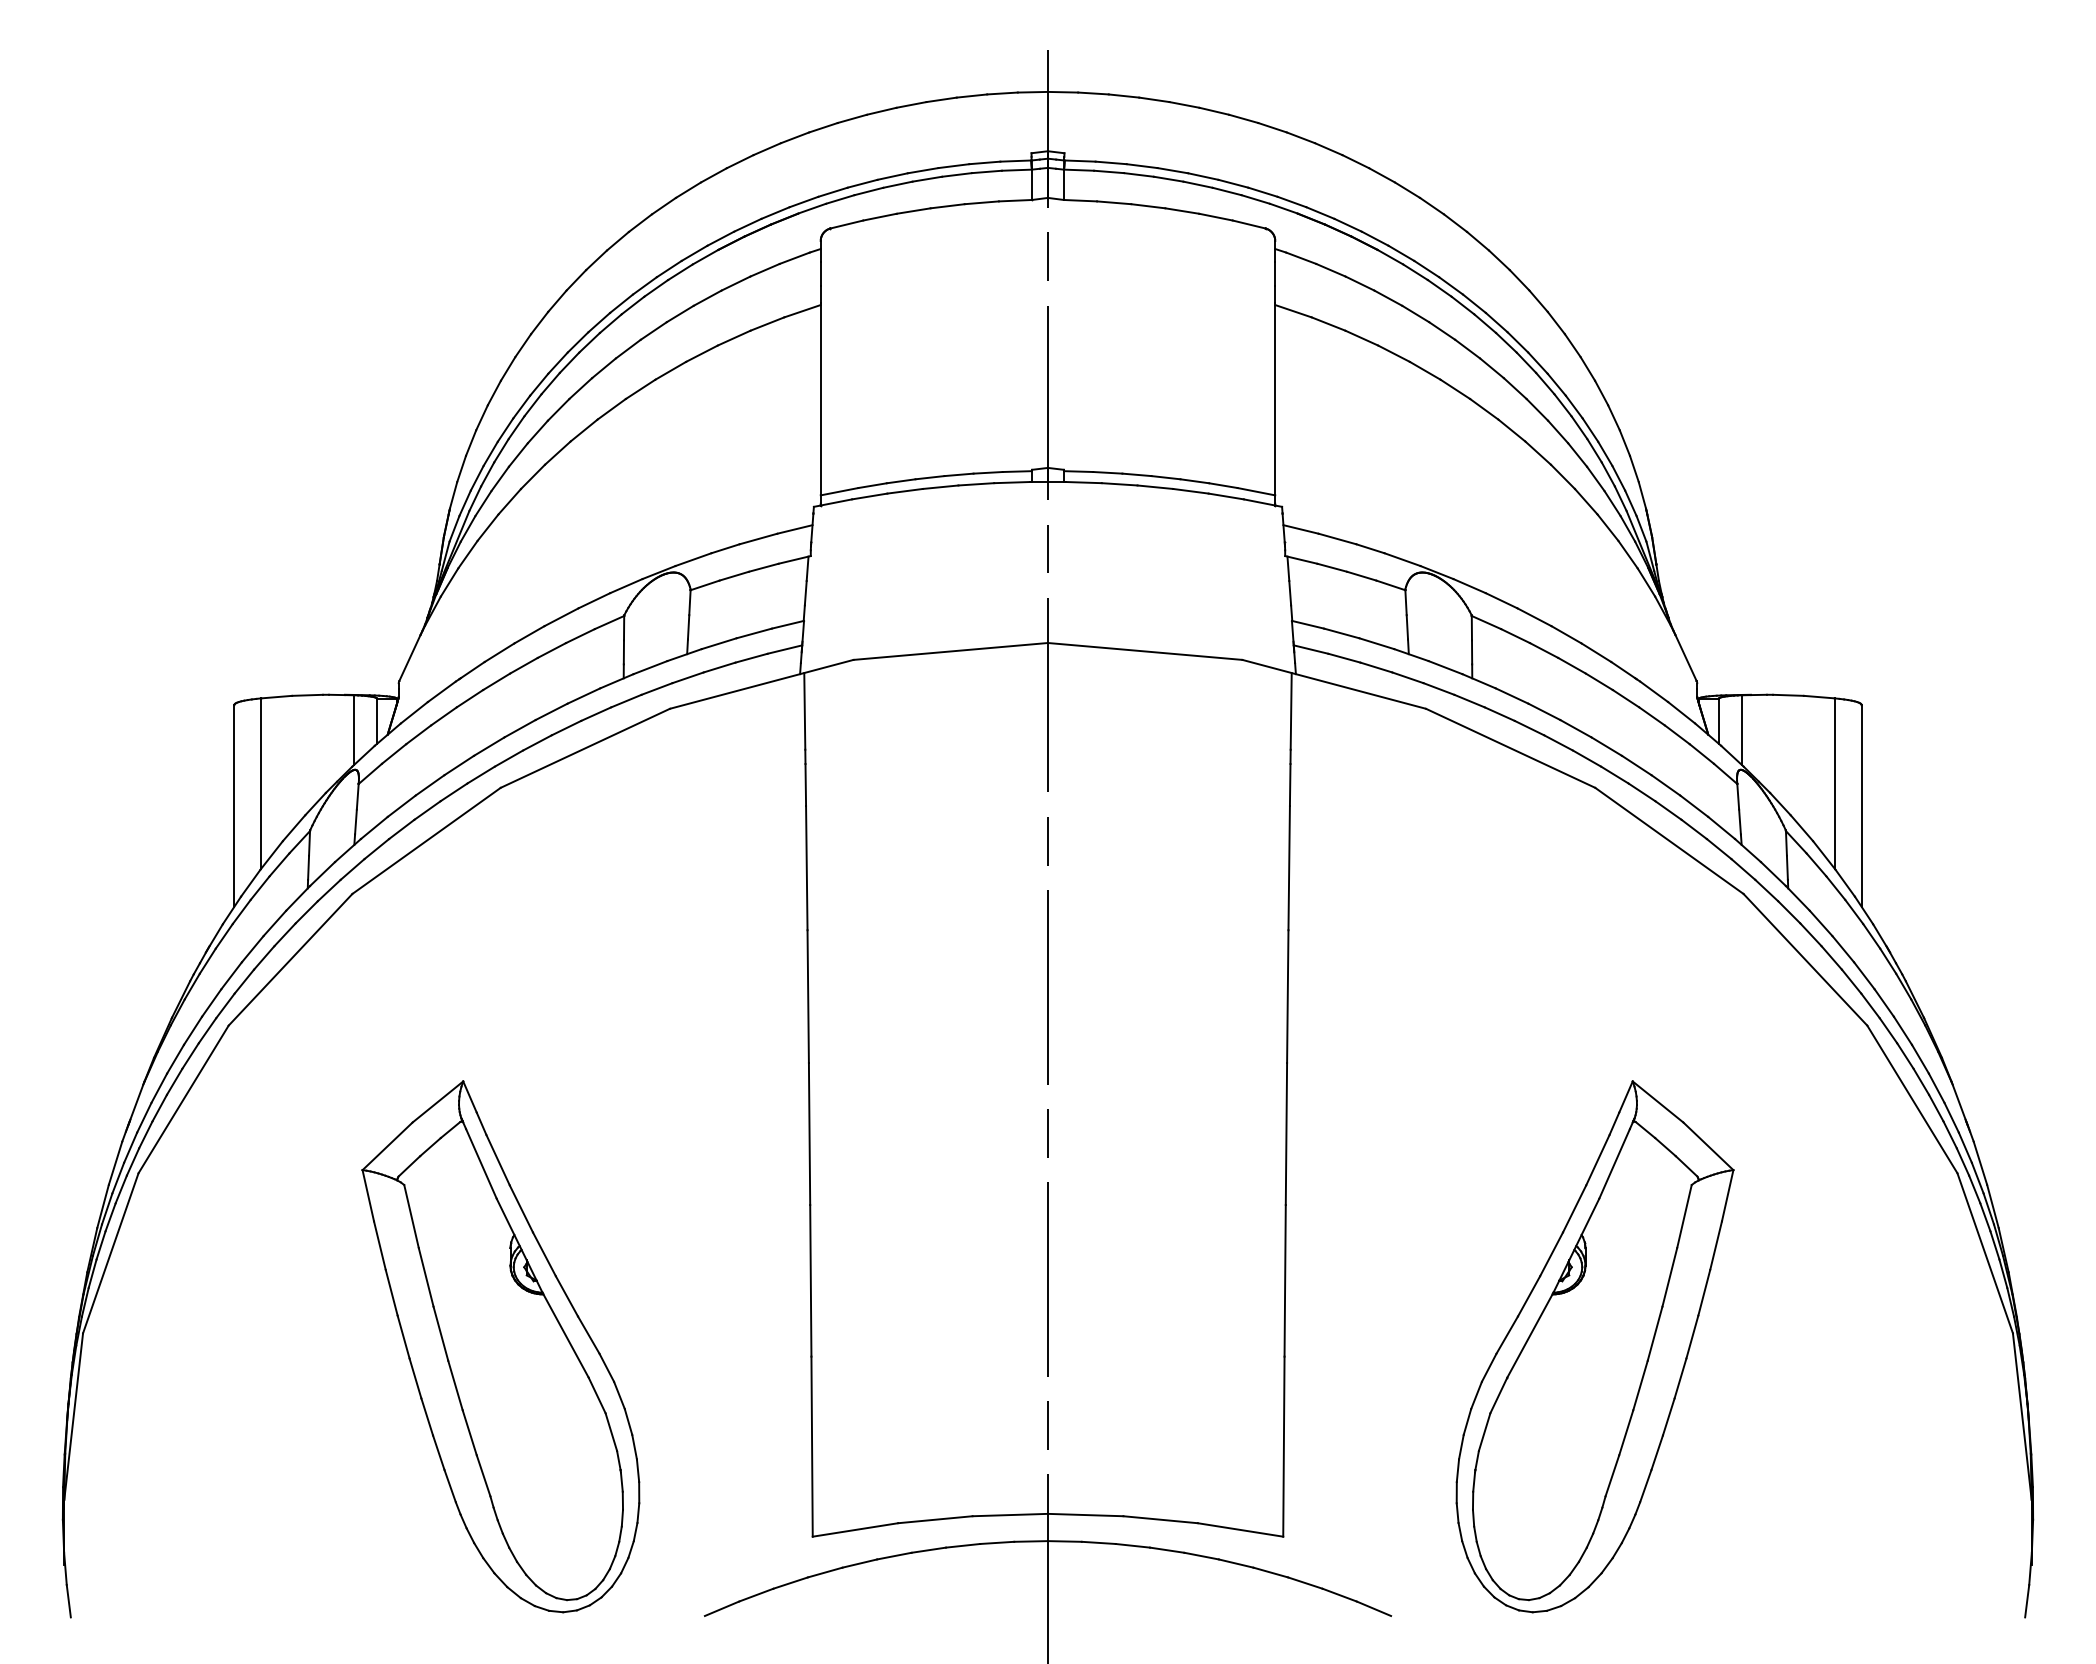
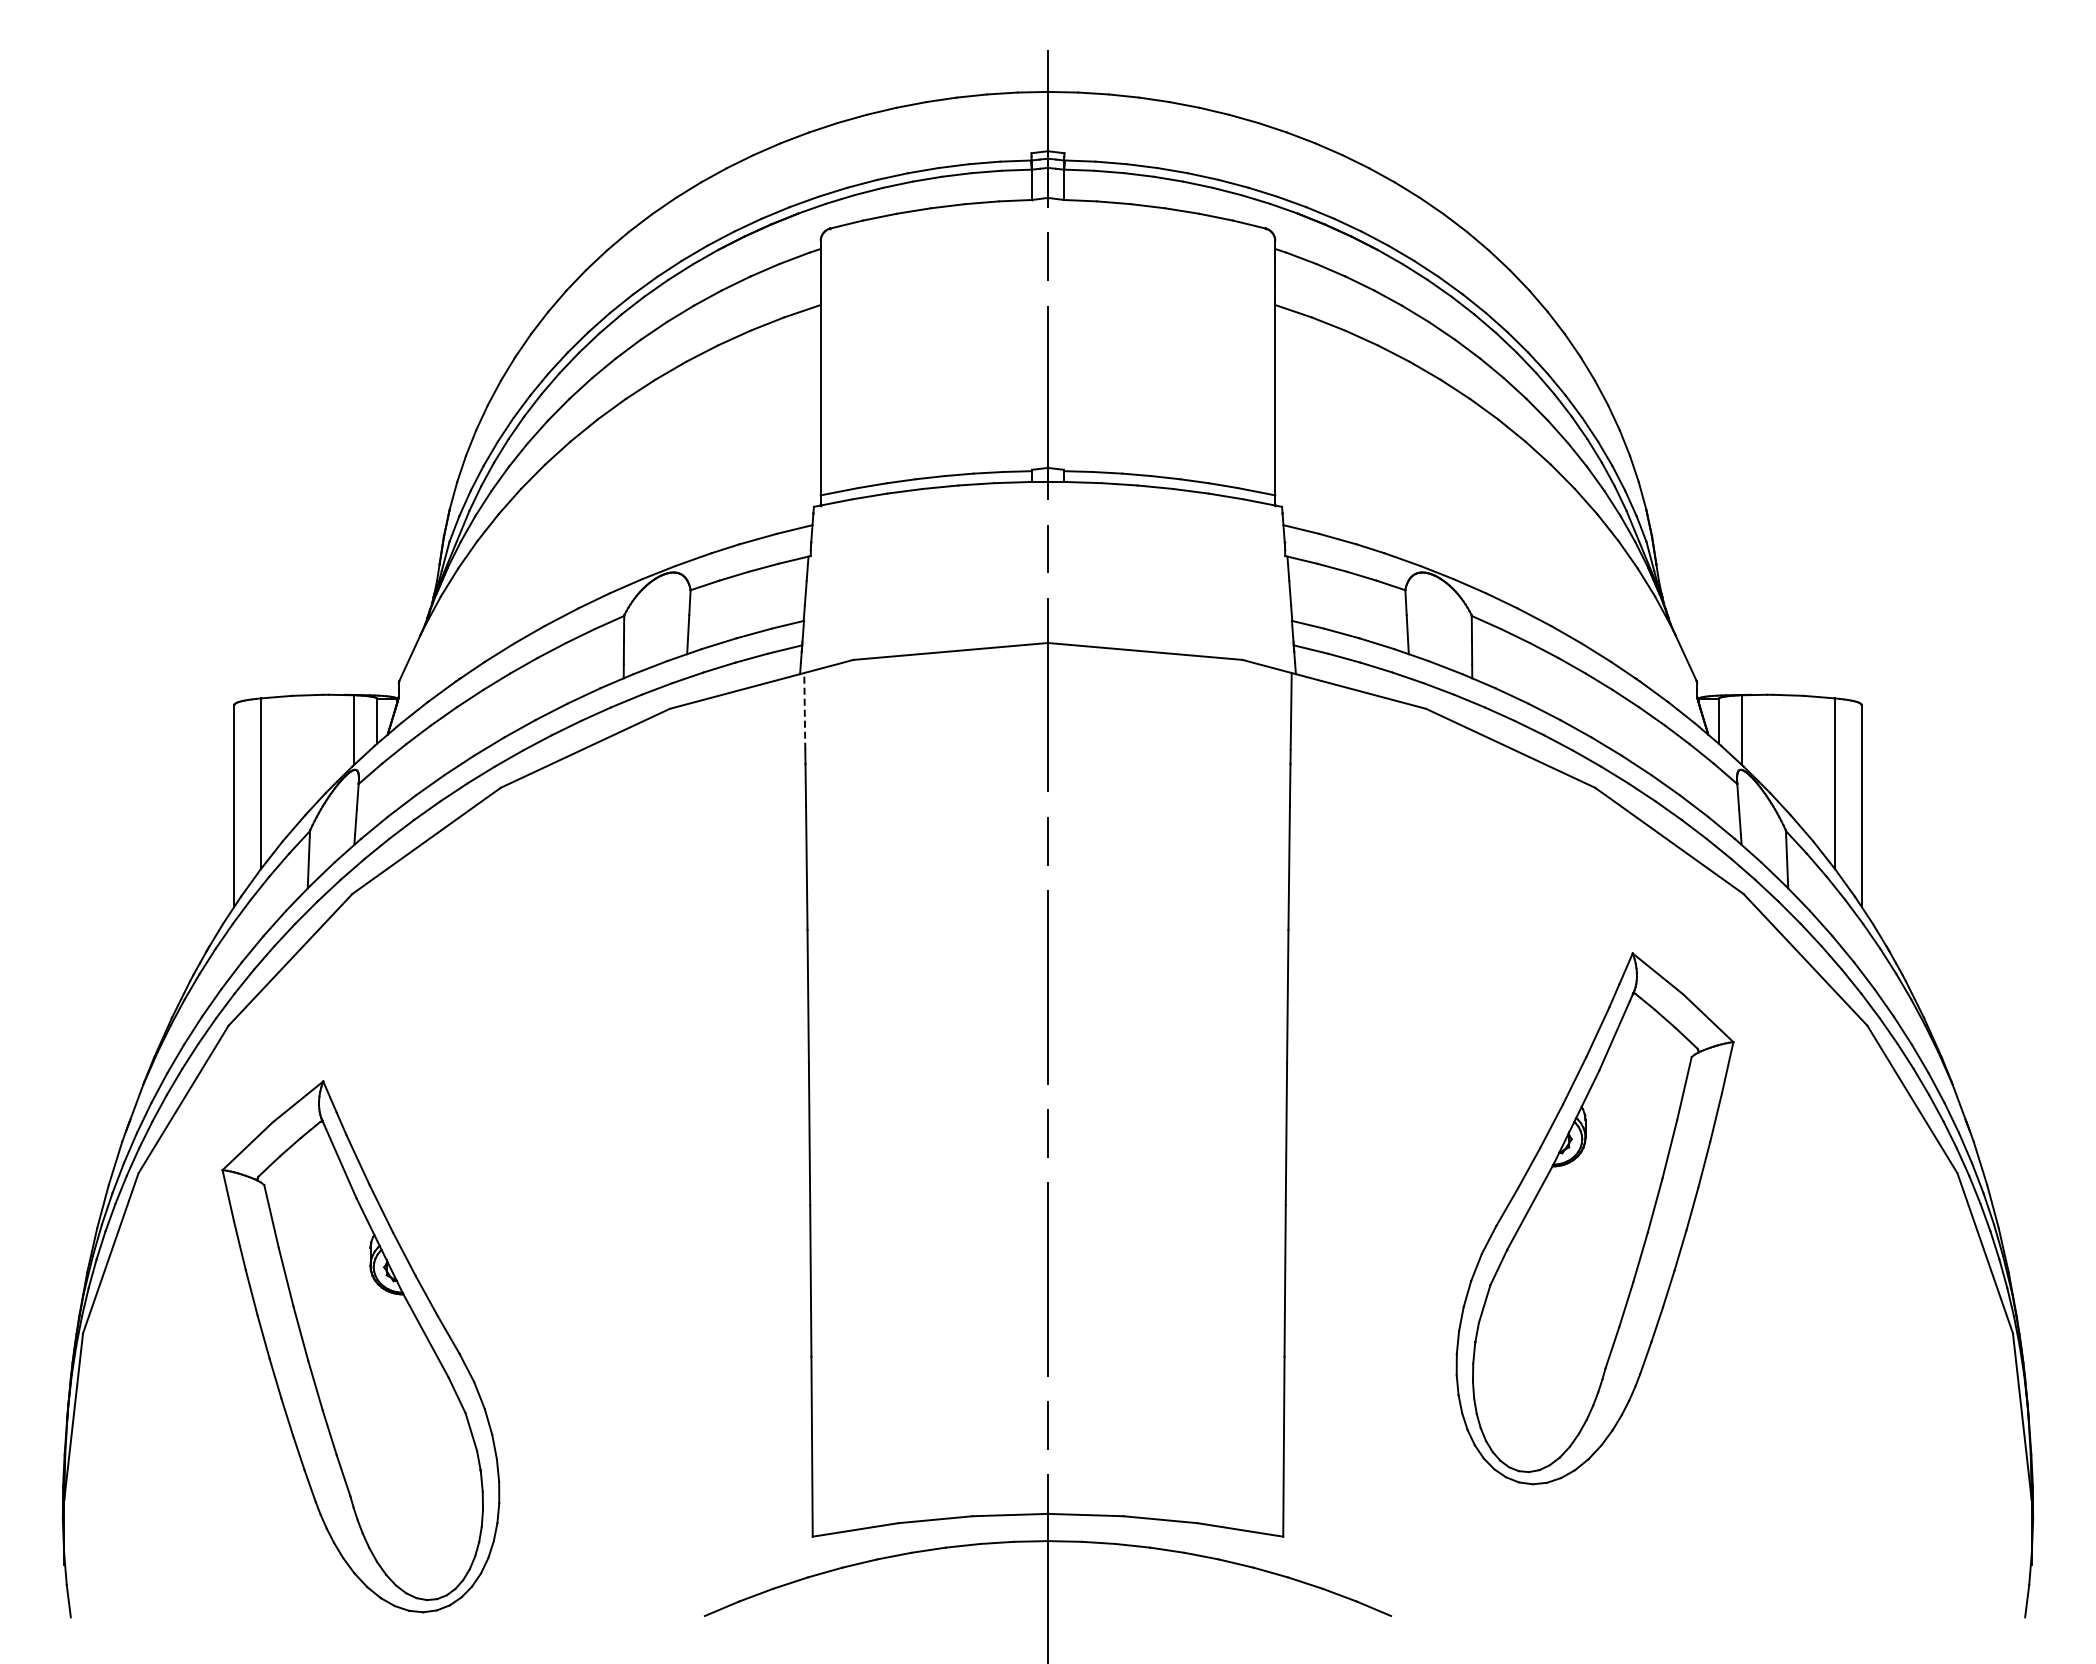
line at (804, 710): solid -> dashed
part at (500, 1346) position: (500, 1346) -> (360, 1346)
part at (1594, 1346) position: (1594, 1346) -> (1594, 1218)
